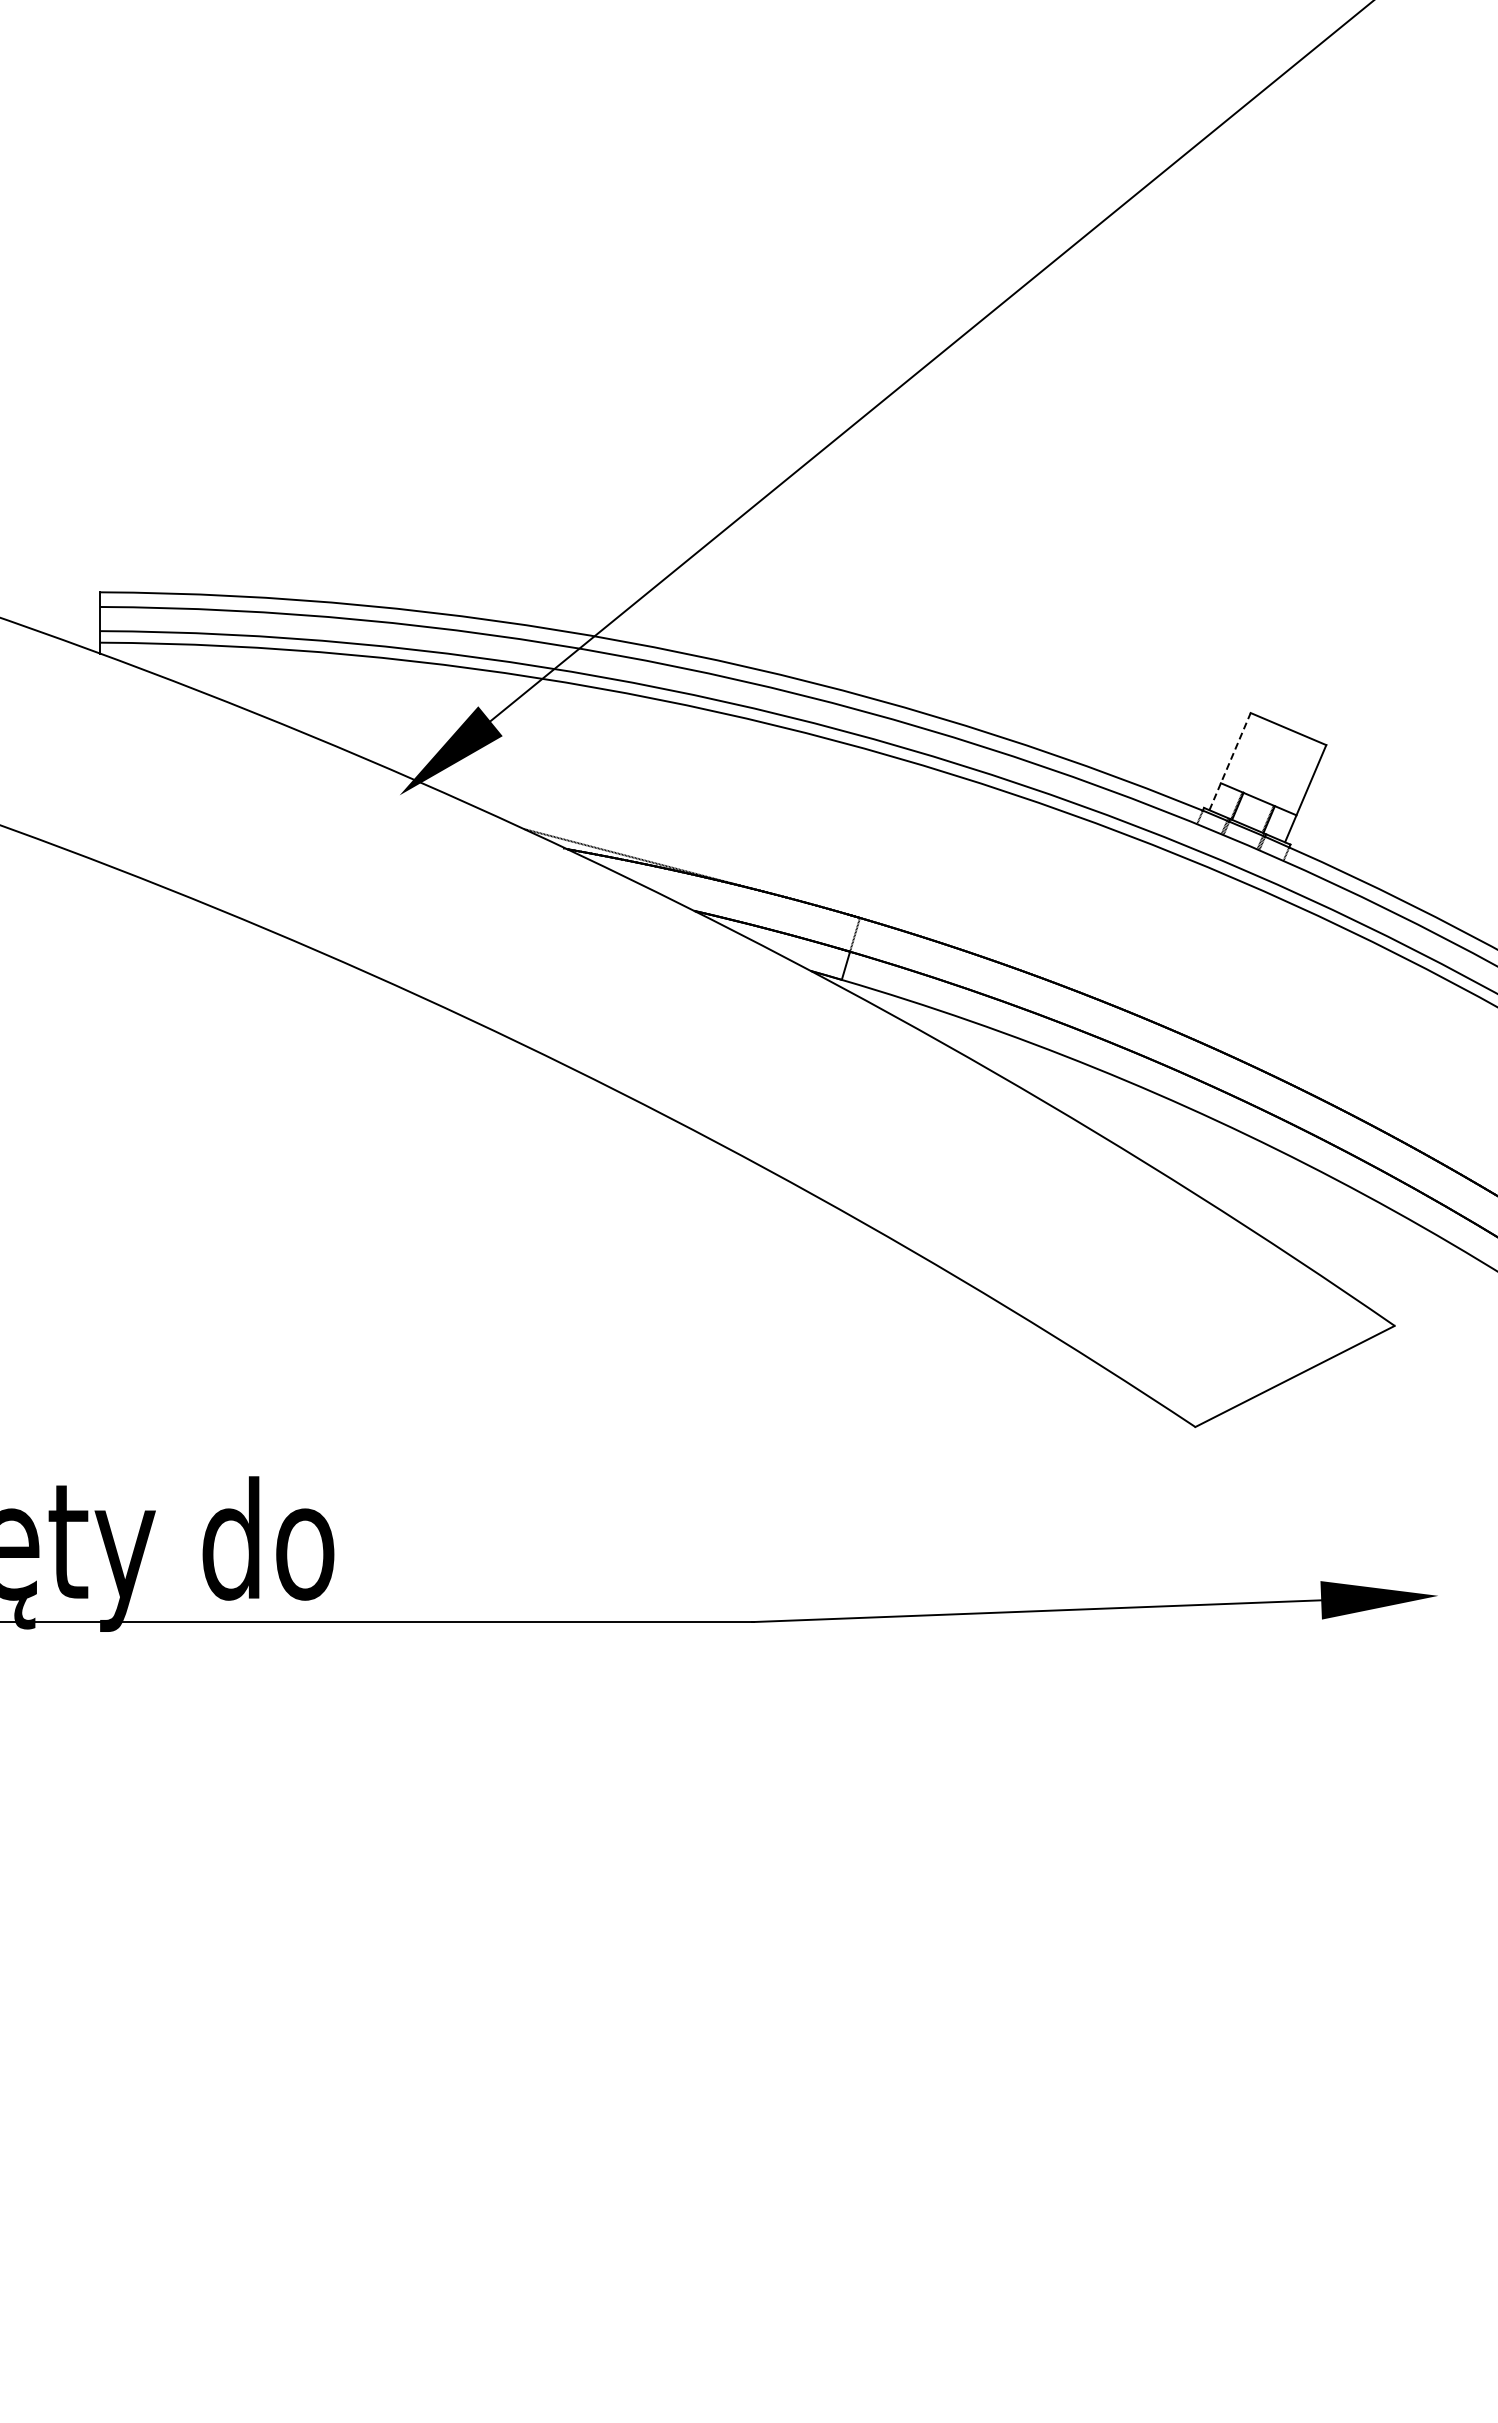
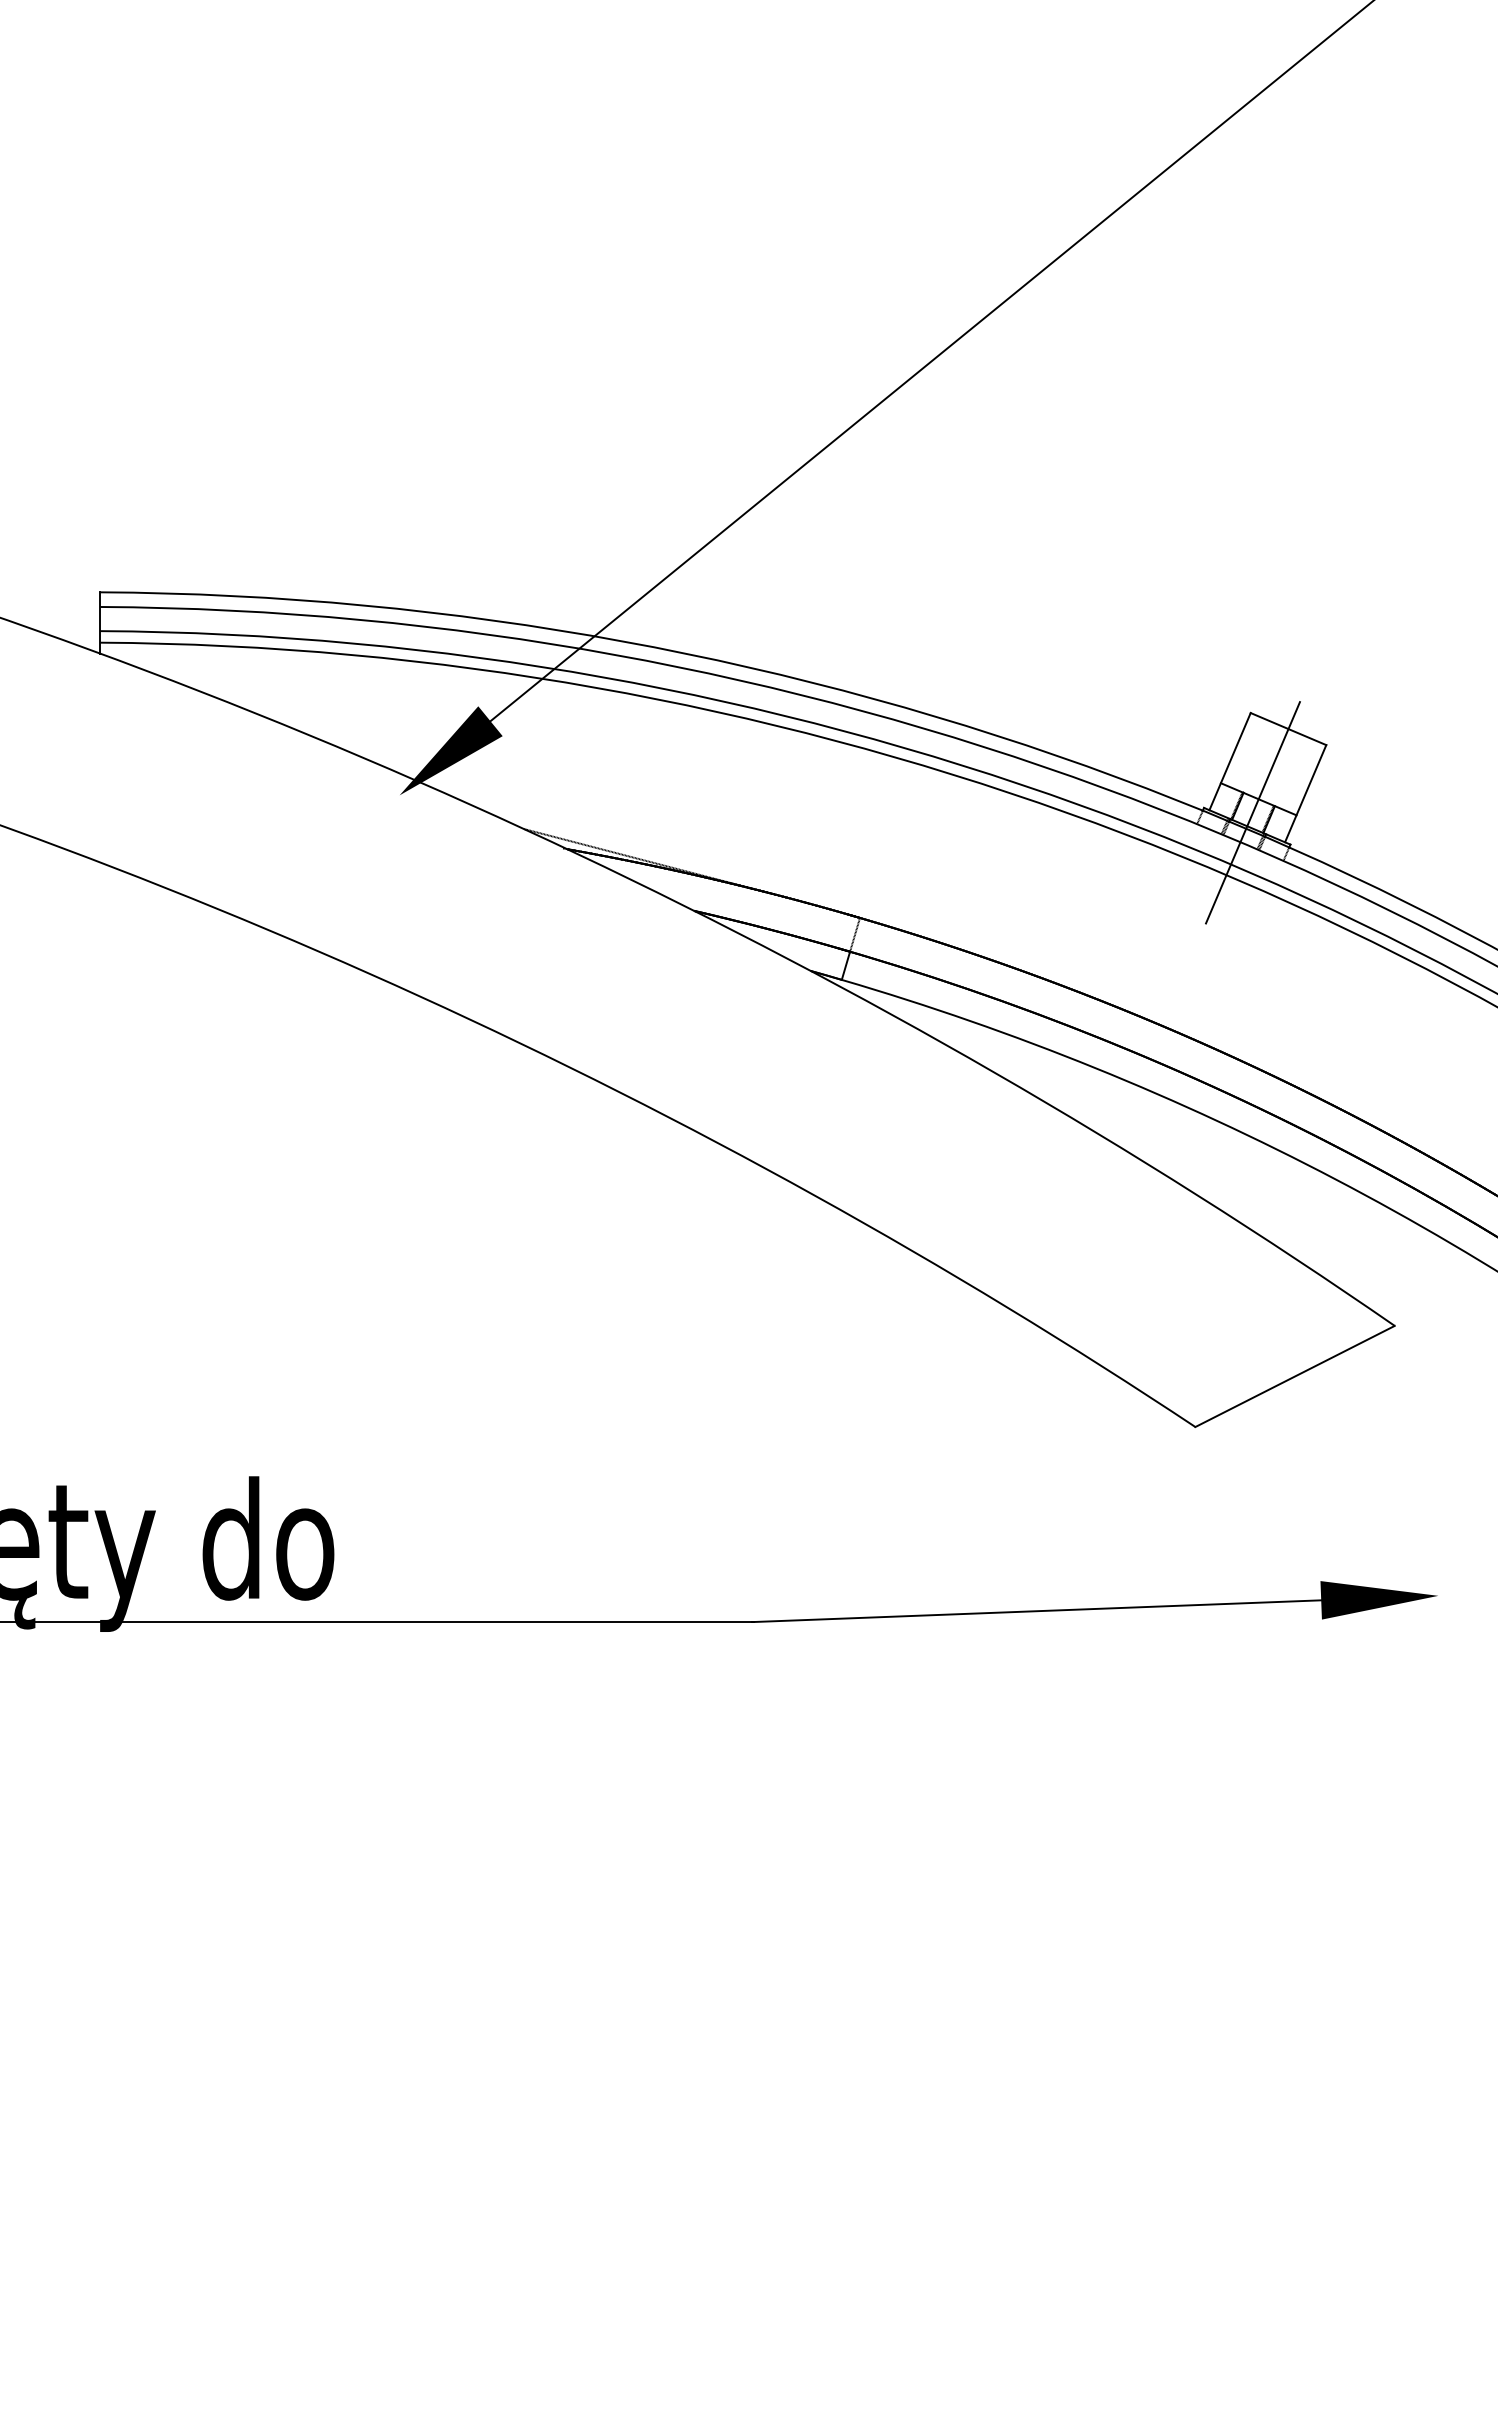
line at (1230, 761): dashed -> solid
line at (1252, 812): none -> present
